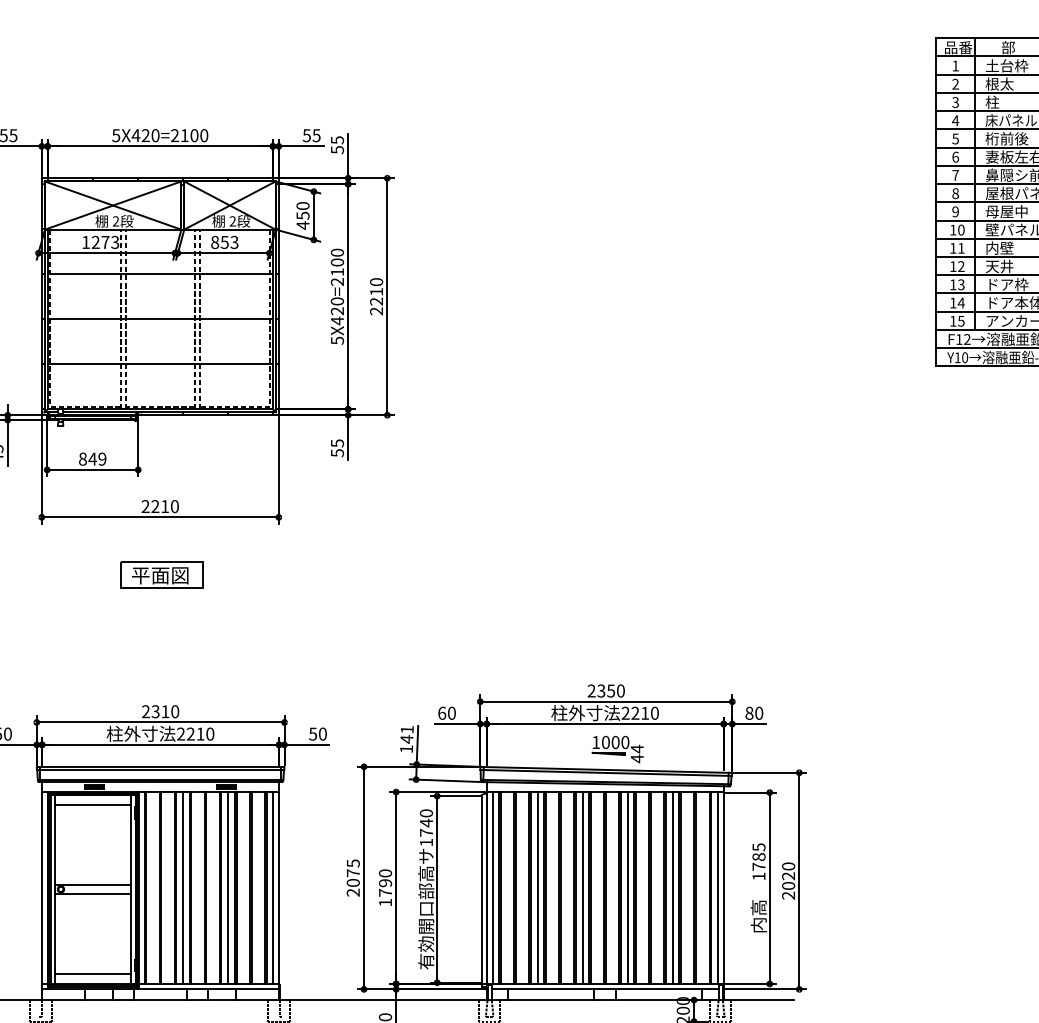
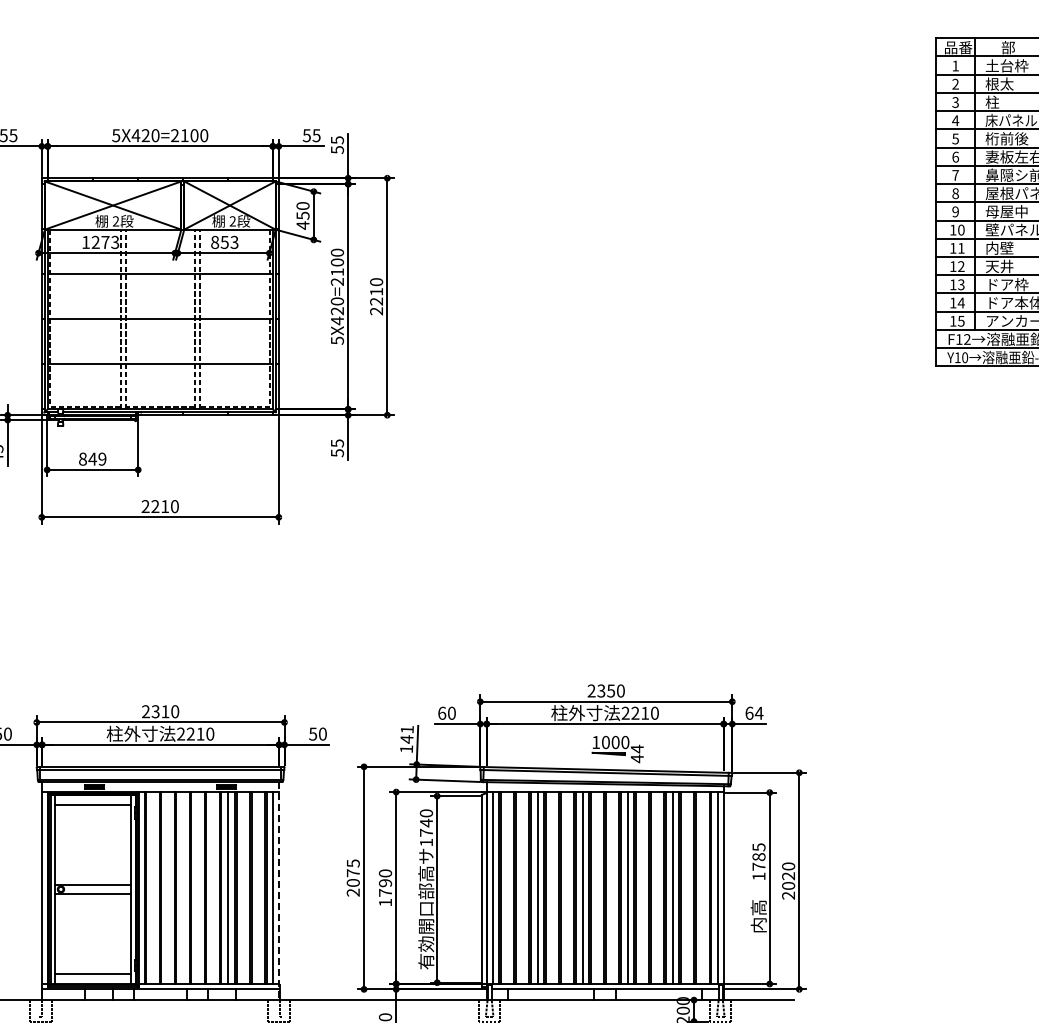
part at (161, 574): present -> none
text at (754, 712): 80 -> 64
line at (183, 887): present -> none
line at (279, 891): solid -> dashed
